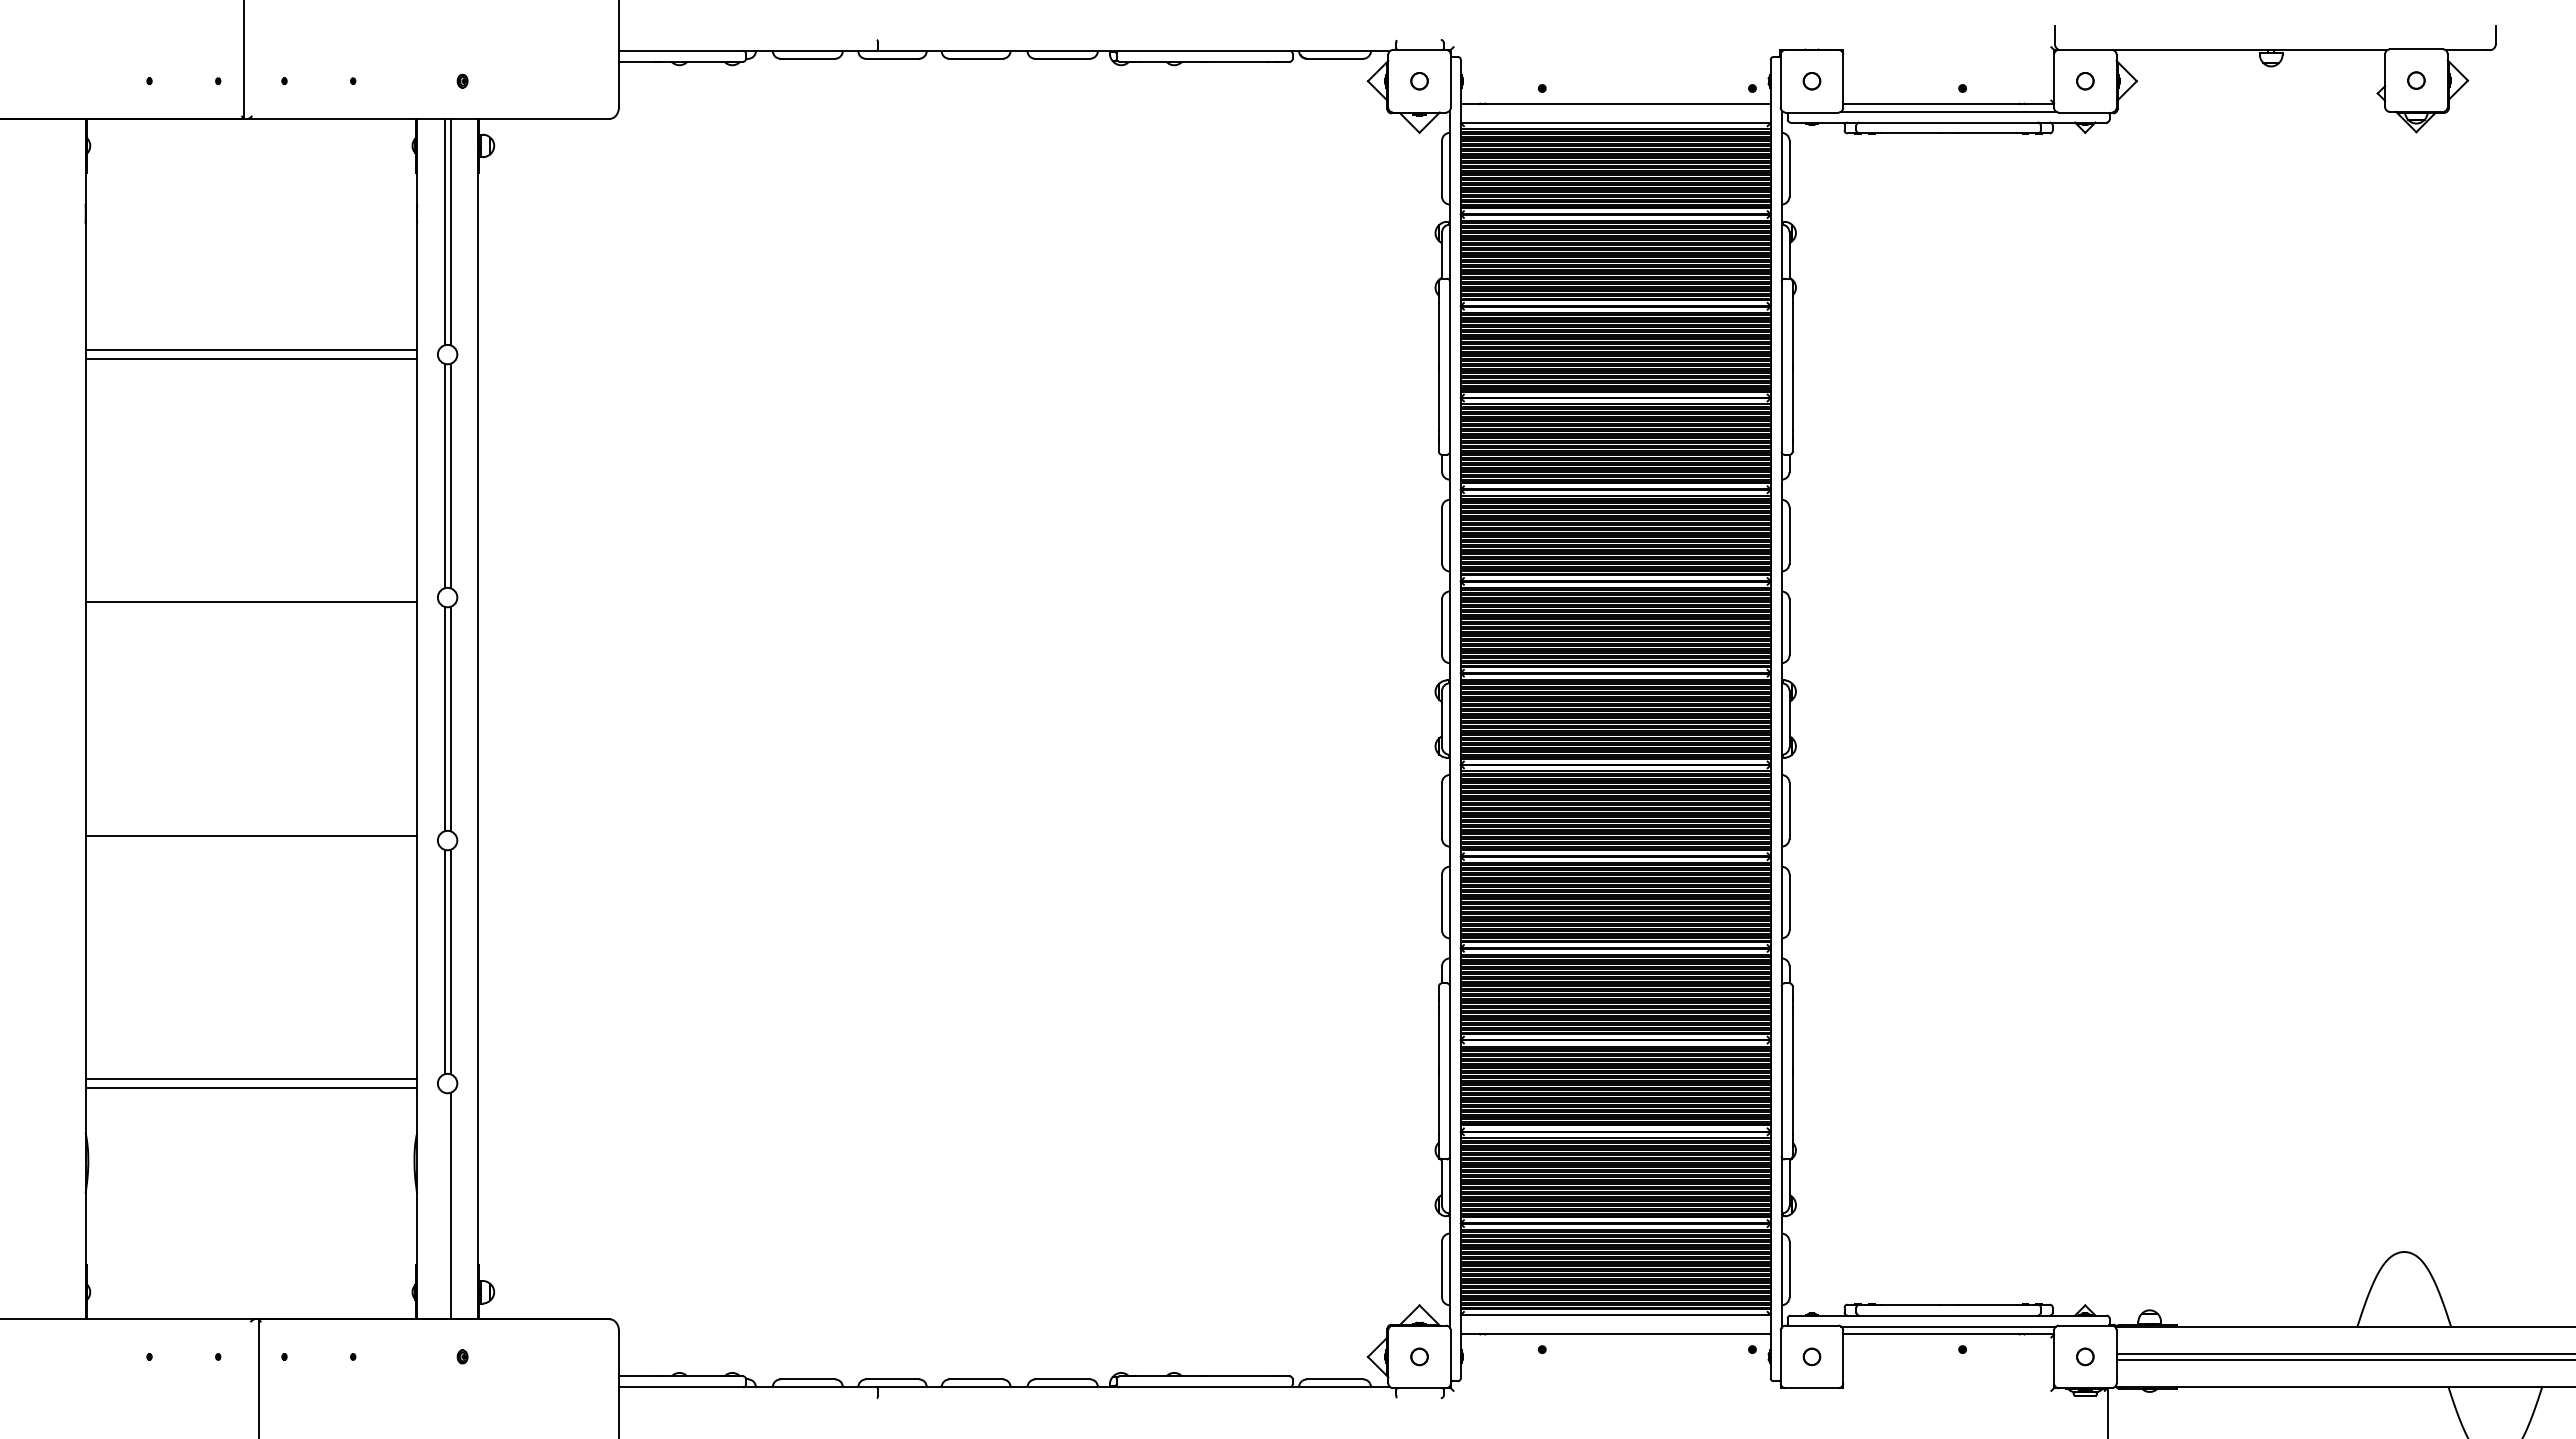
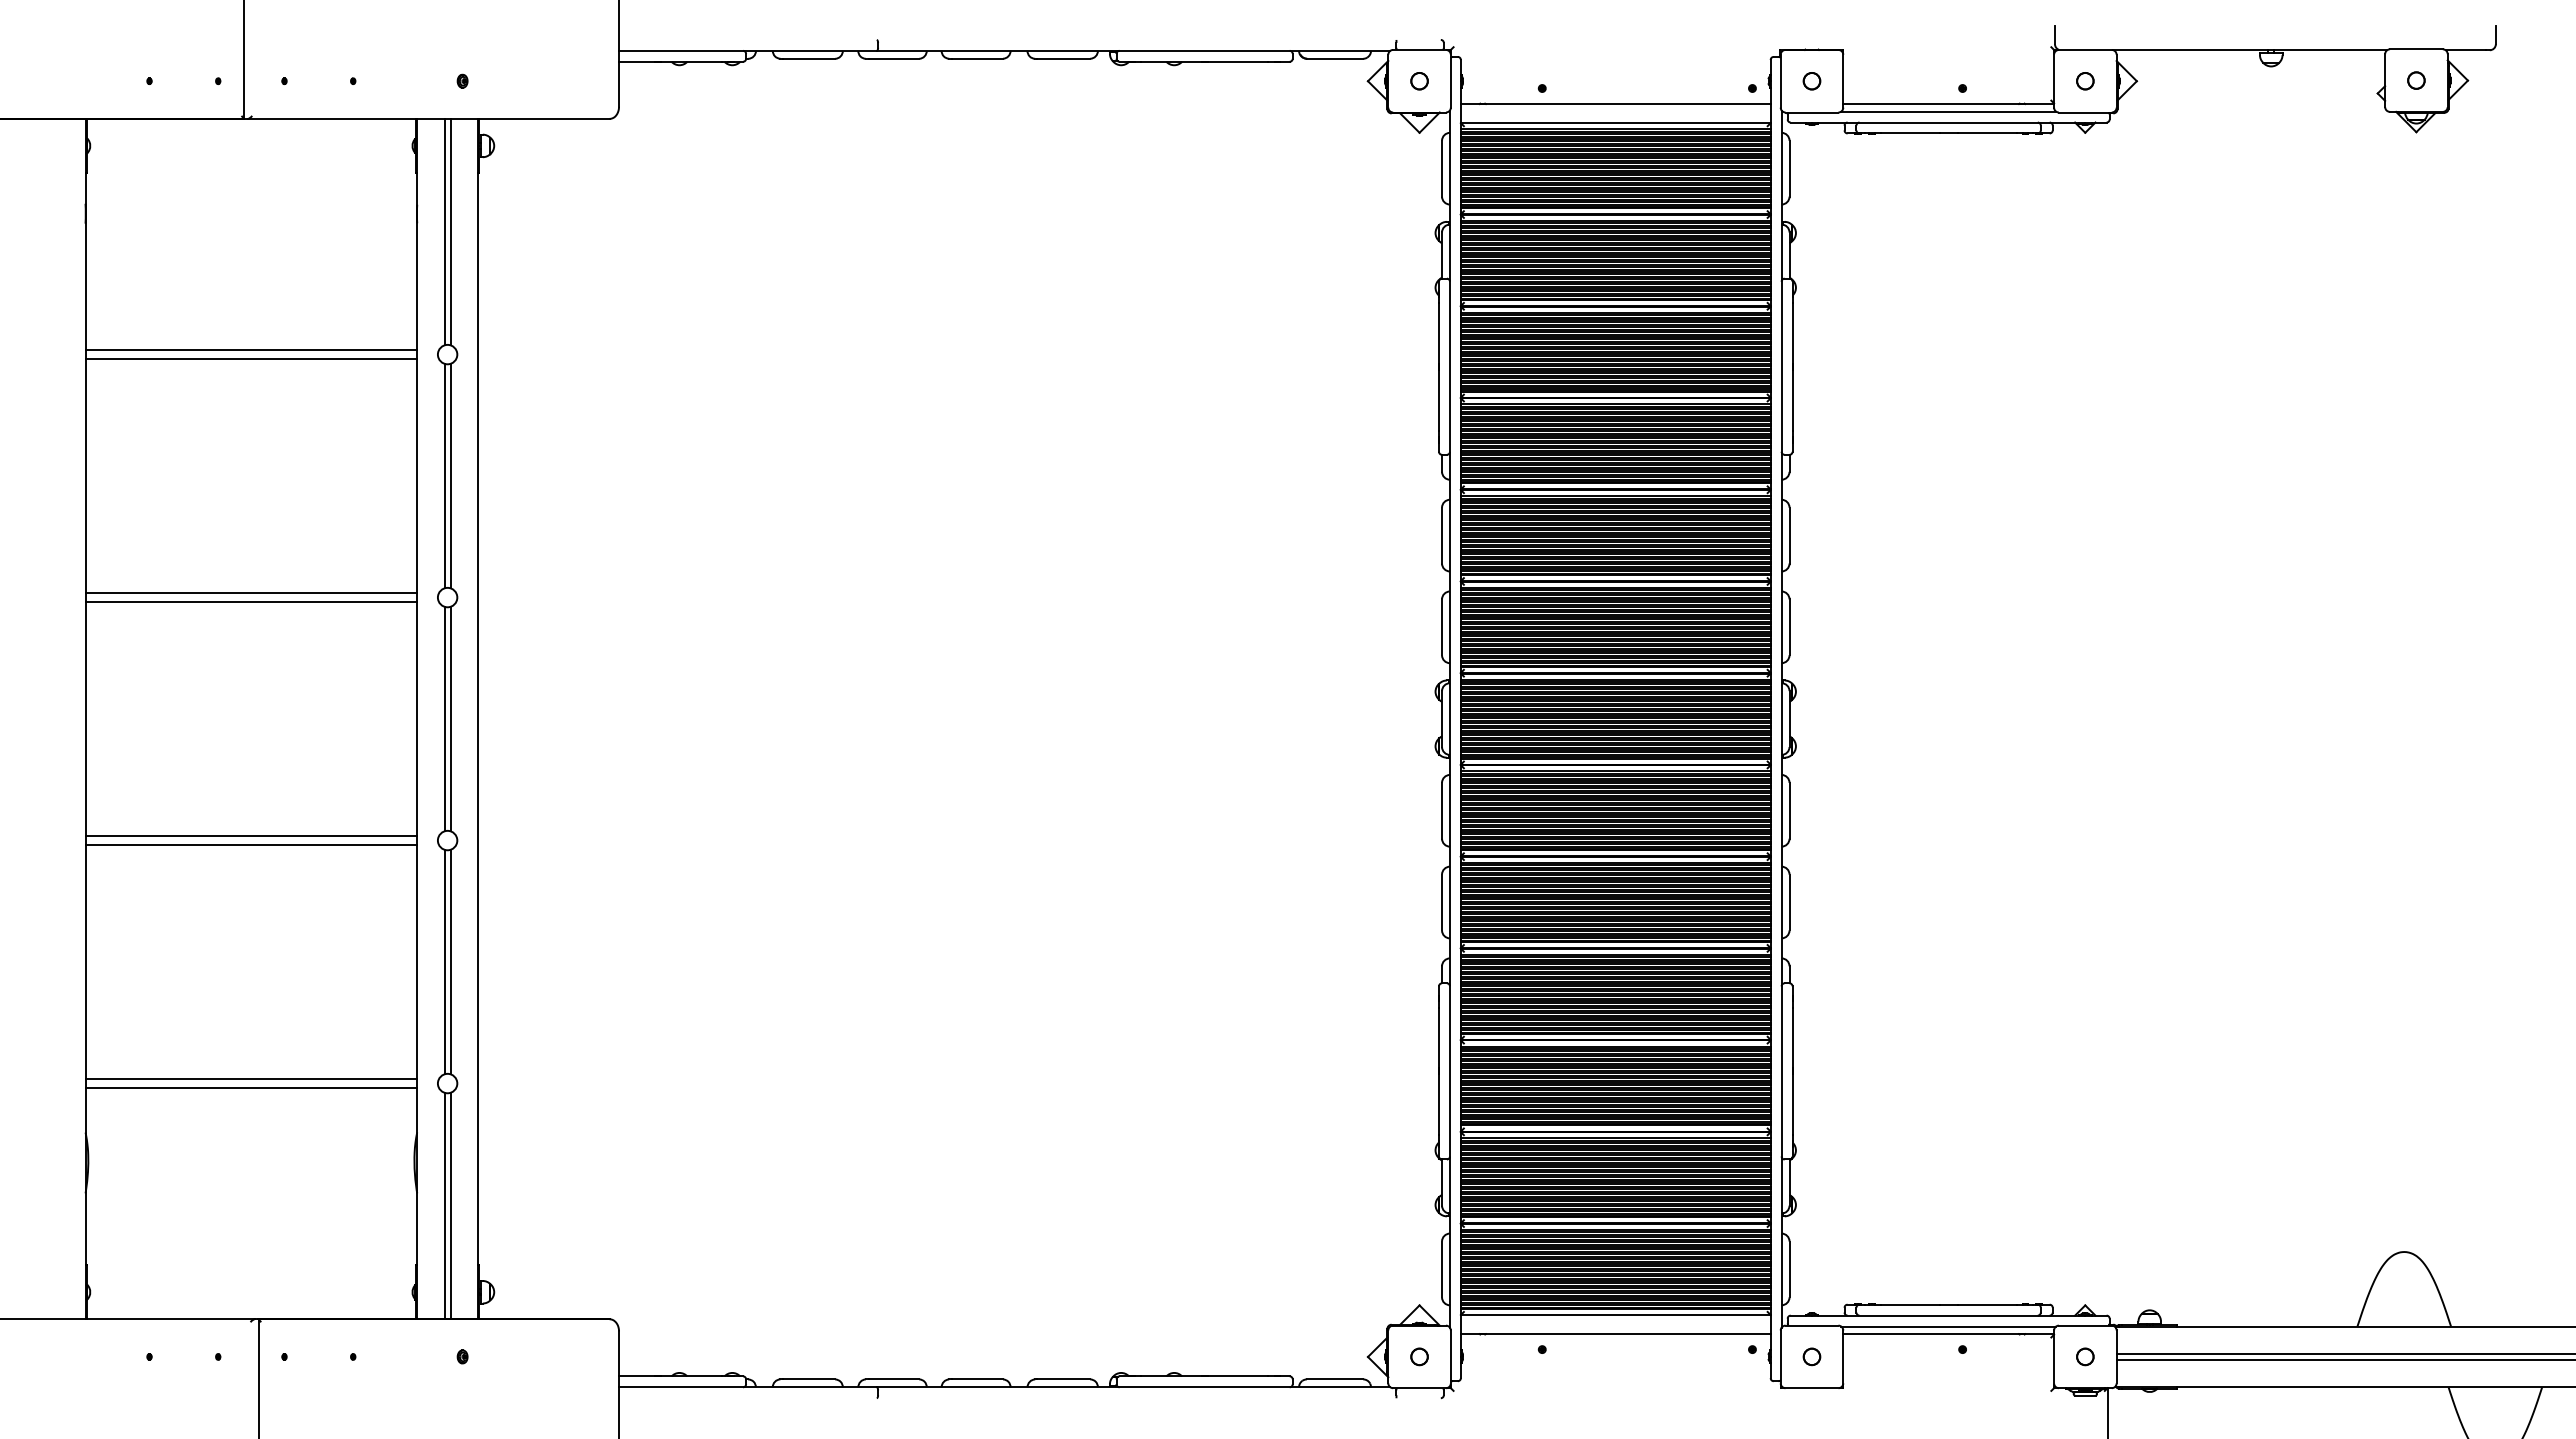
line at (251, 592): none -> present
line at (251, 845): none -> present
line at (444, 1205): none -> present
